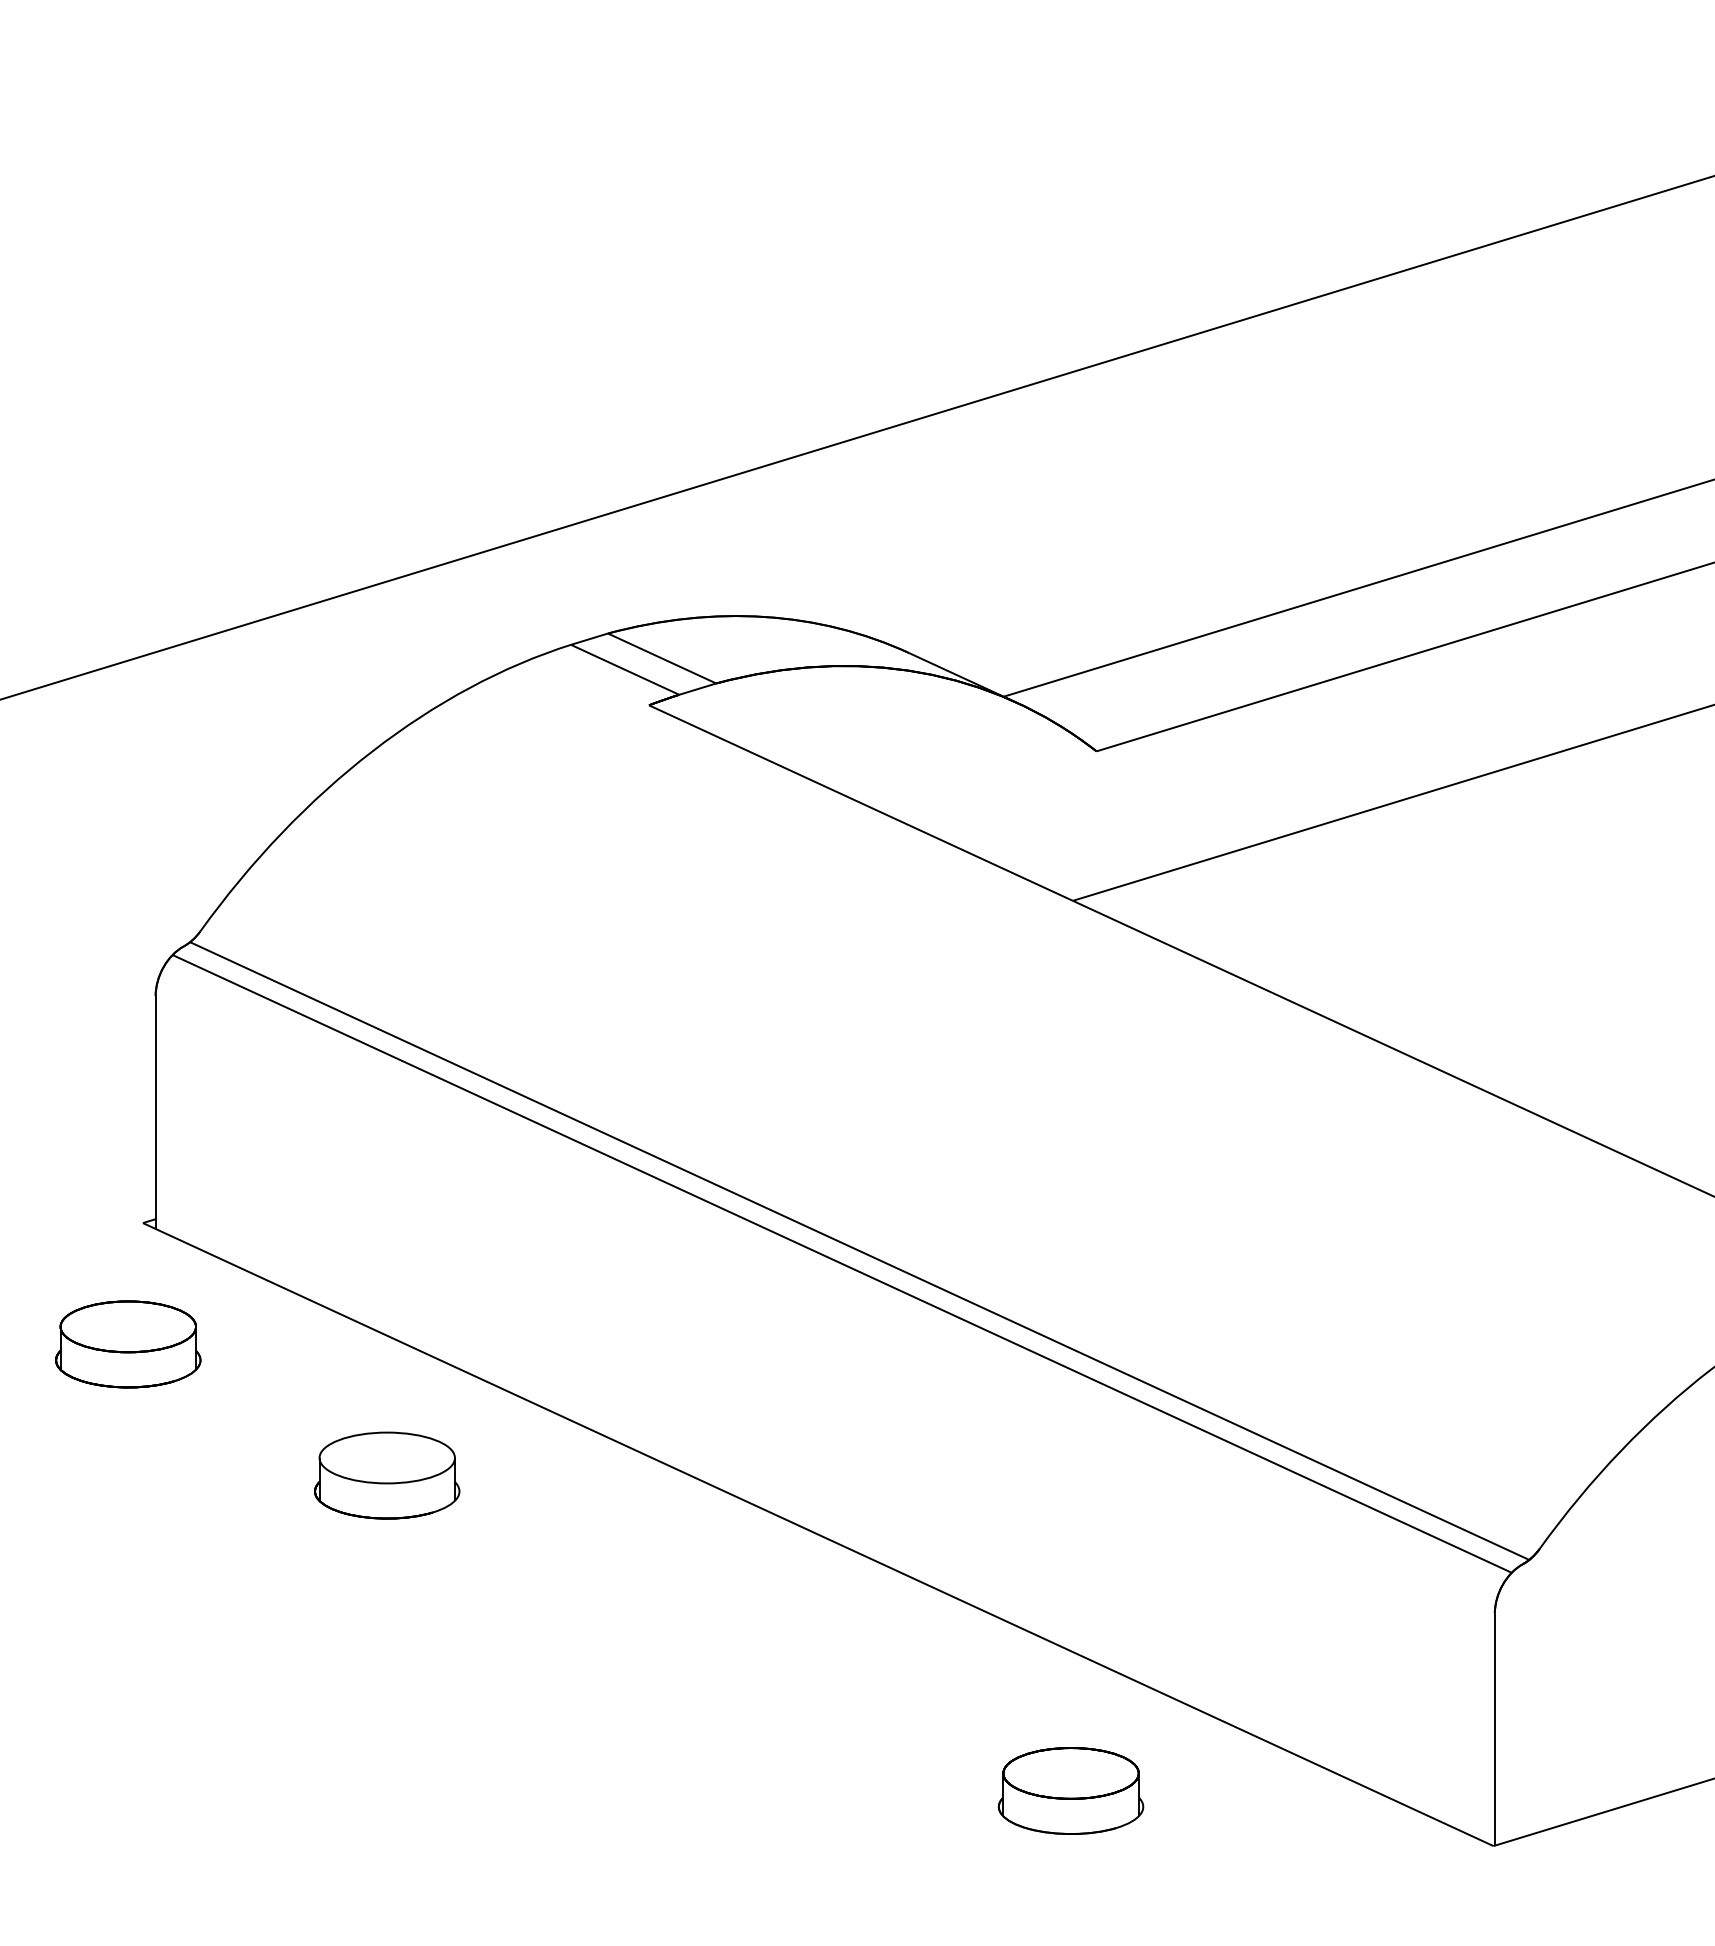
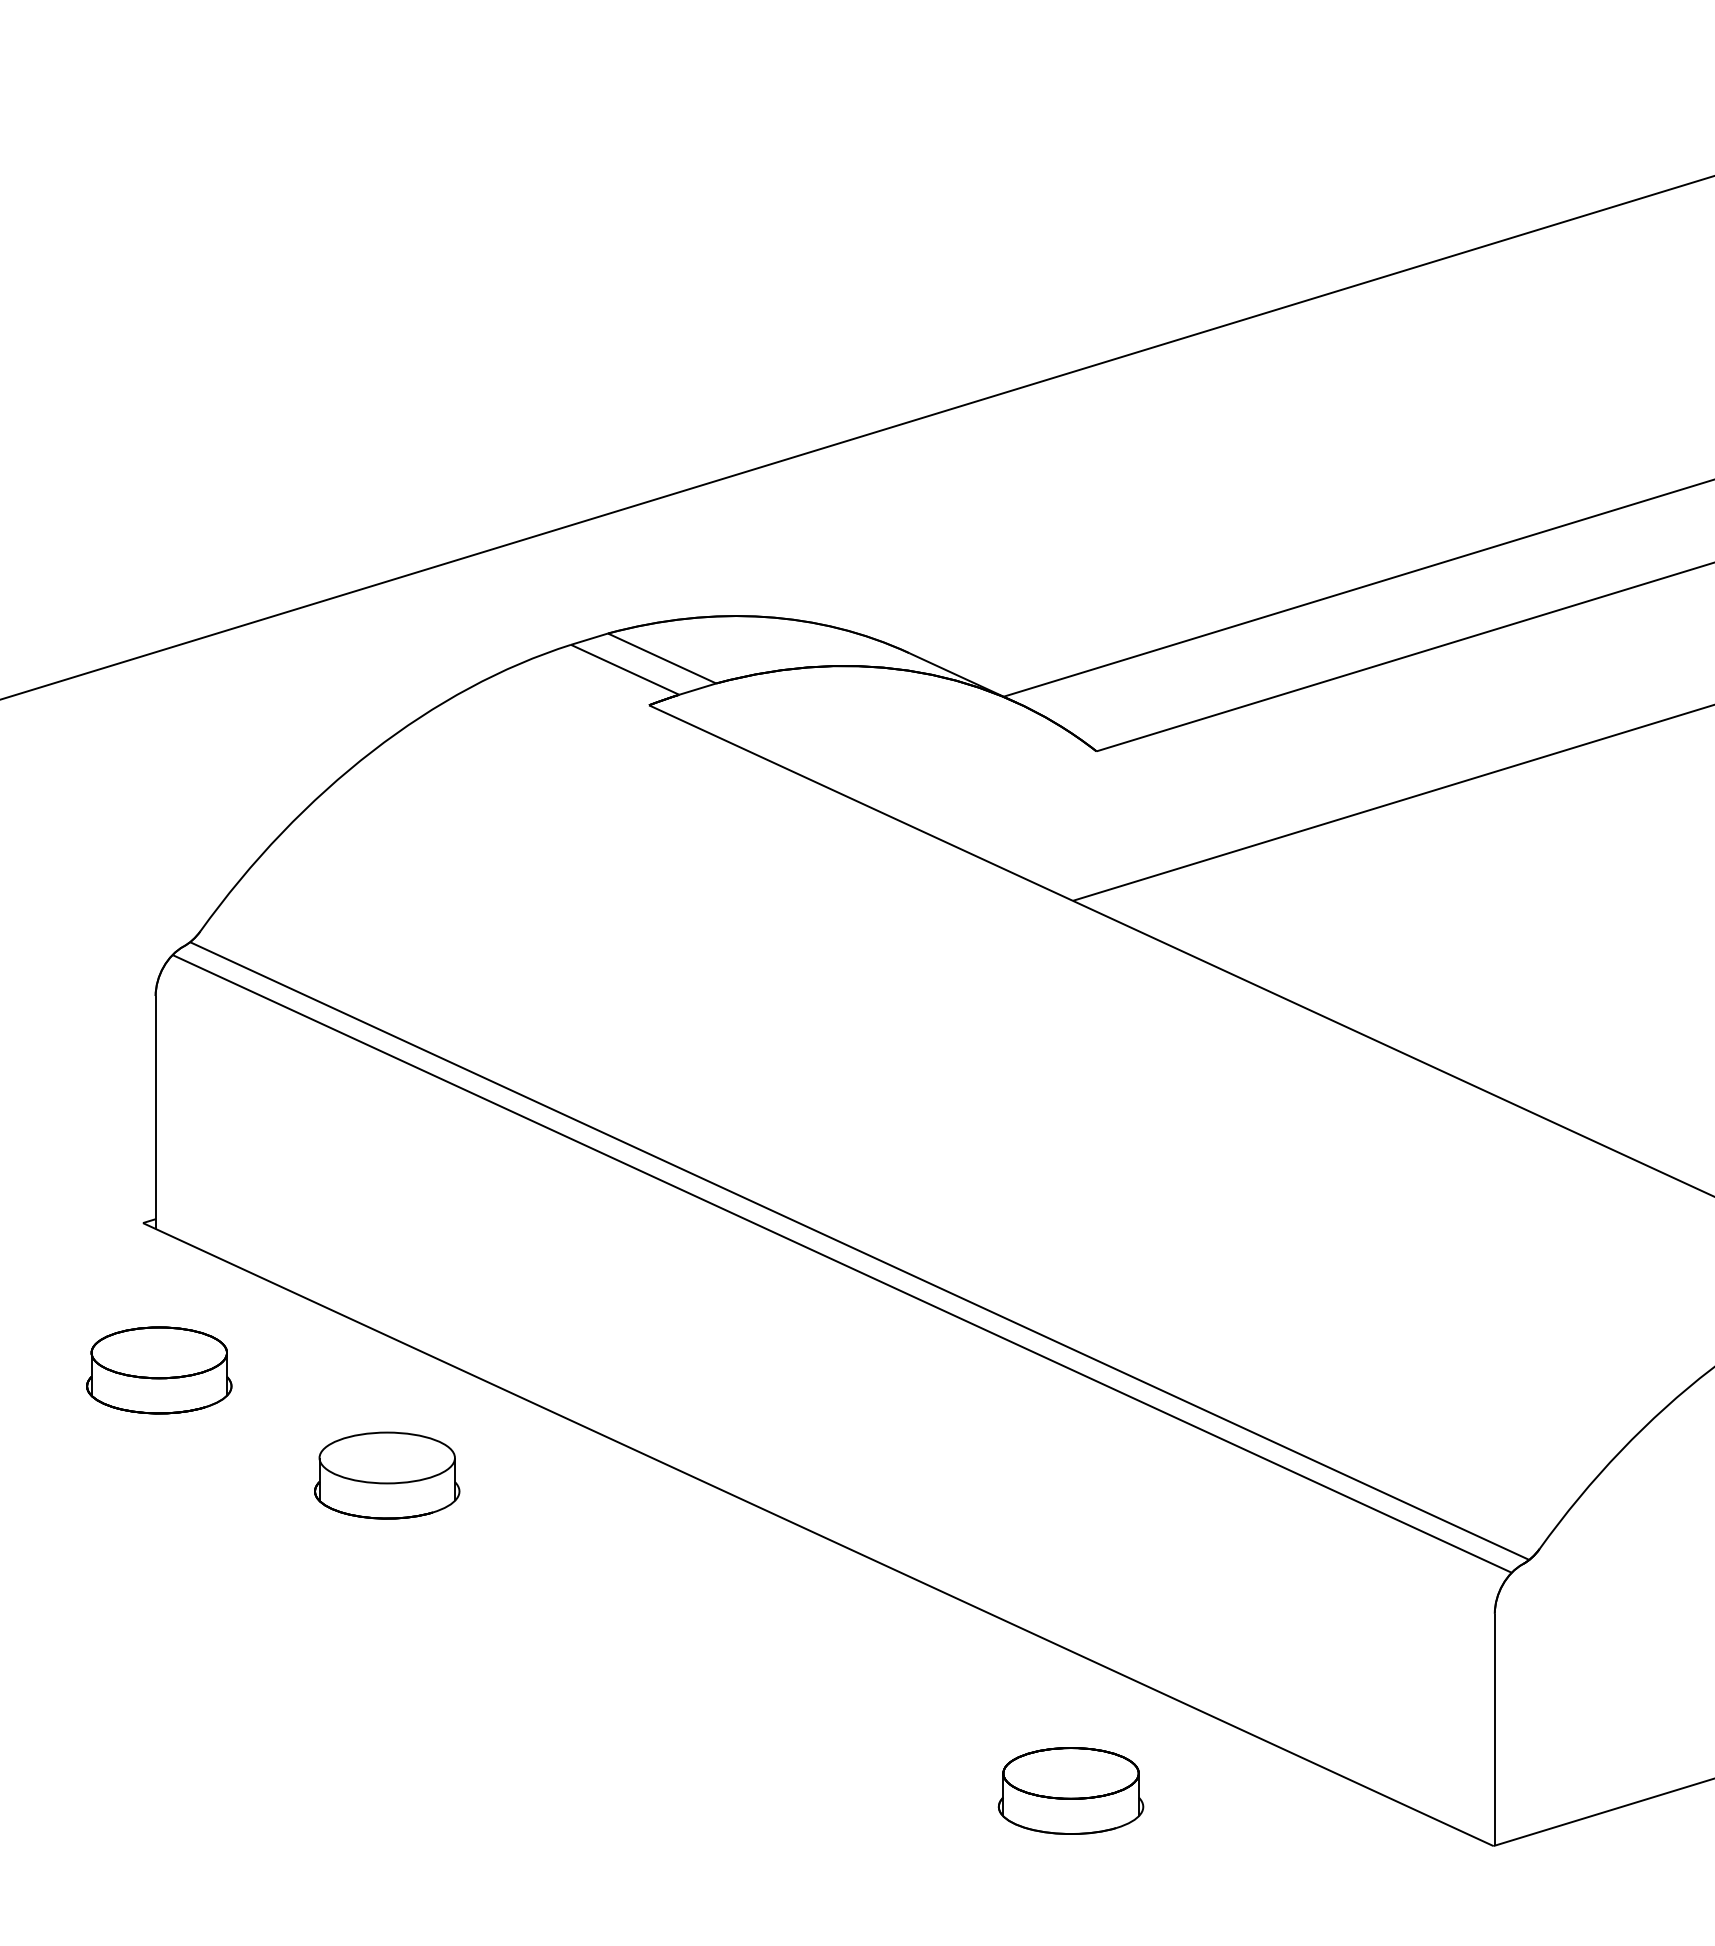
part at (128, 1344) position: (128, 1344) -> (159, 1370)
